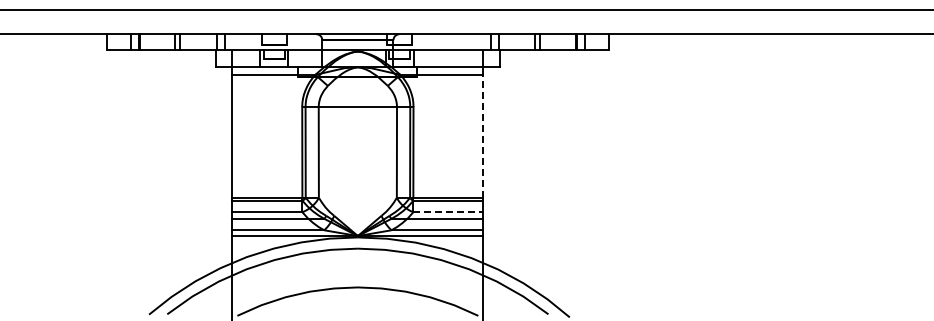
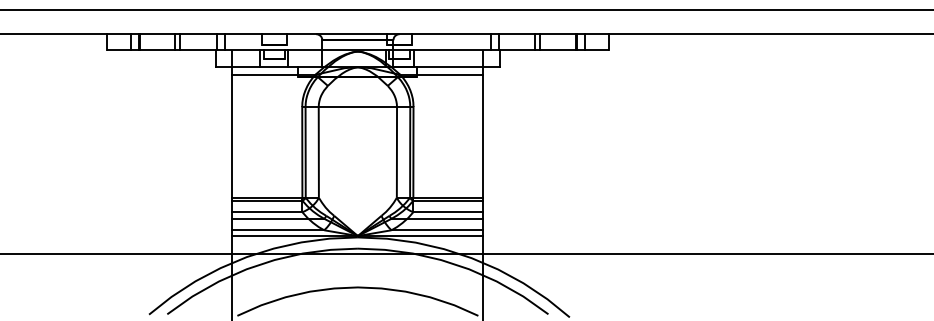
line at (483, 135): dashed -> solid
line at (448, 212): dashed -> solid
line at (466, 253): none -> present
